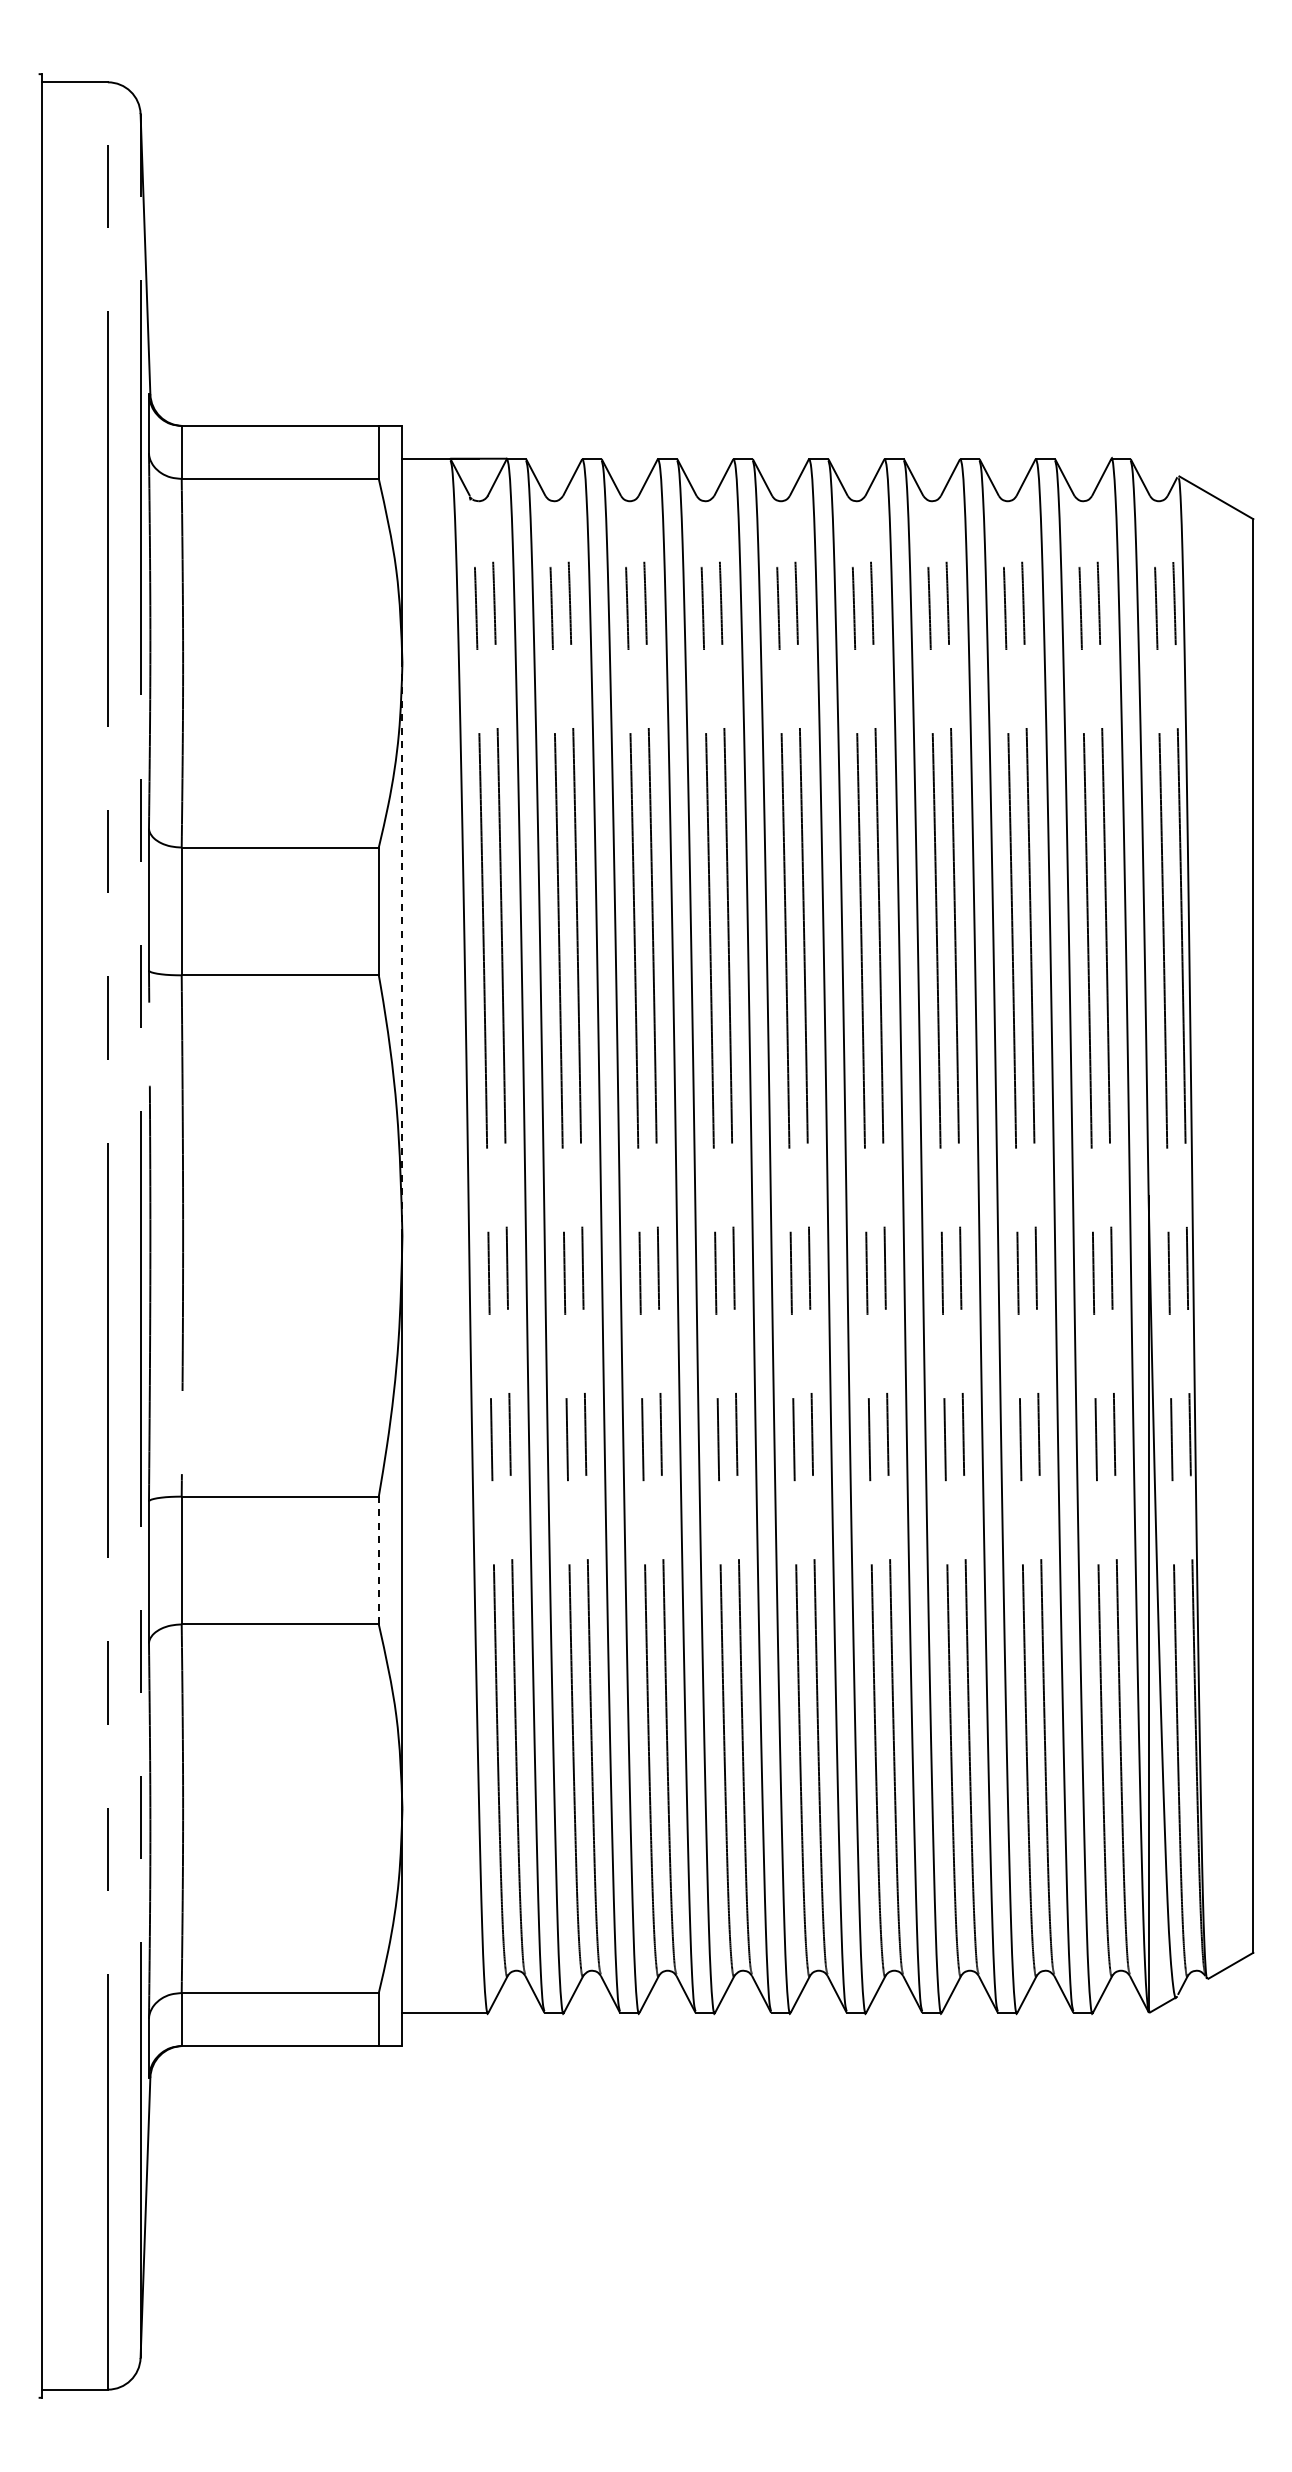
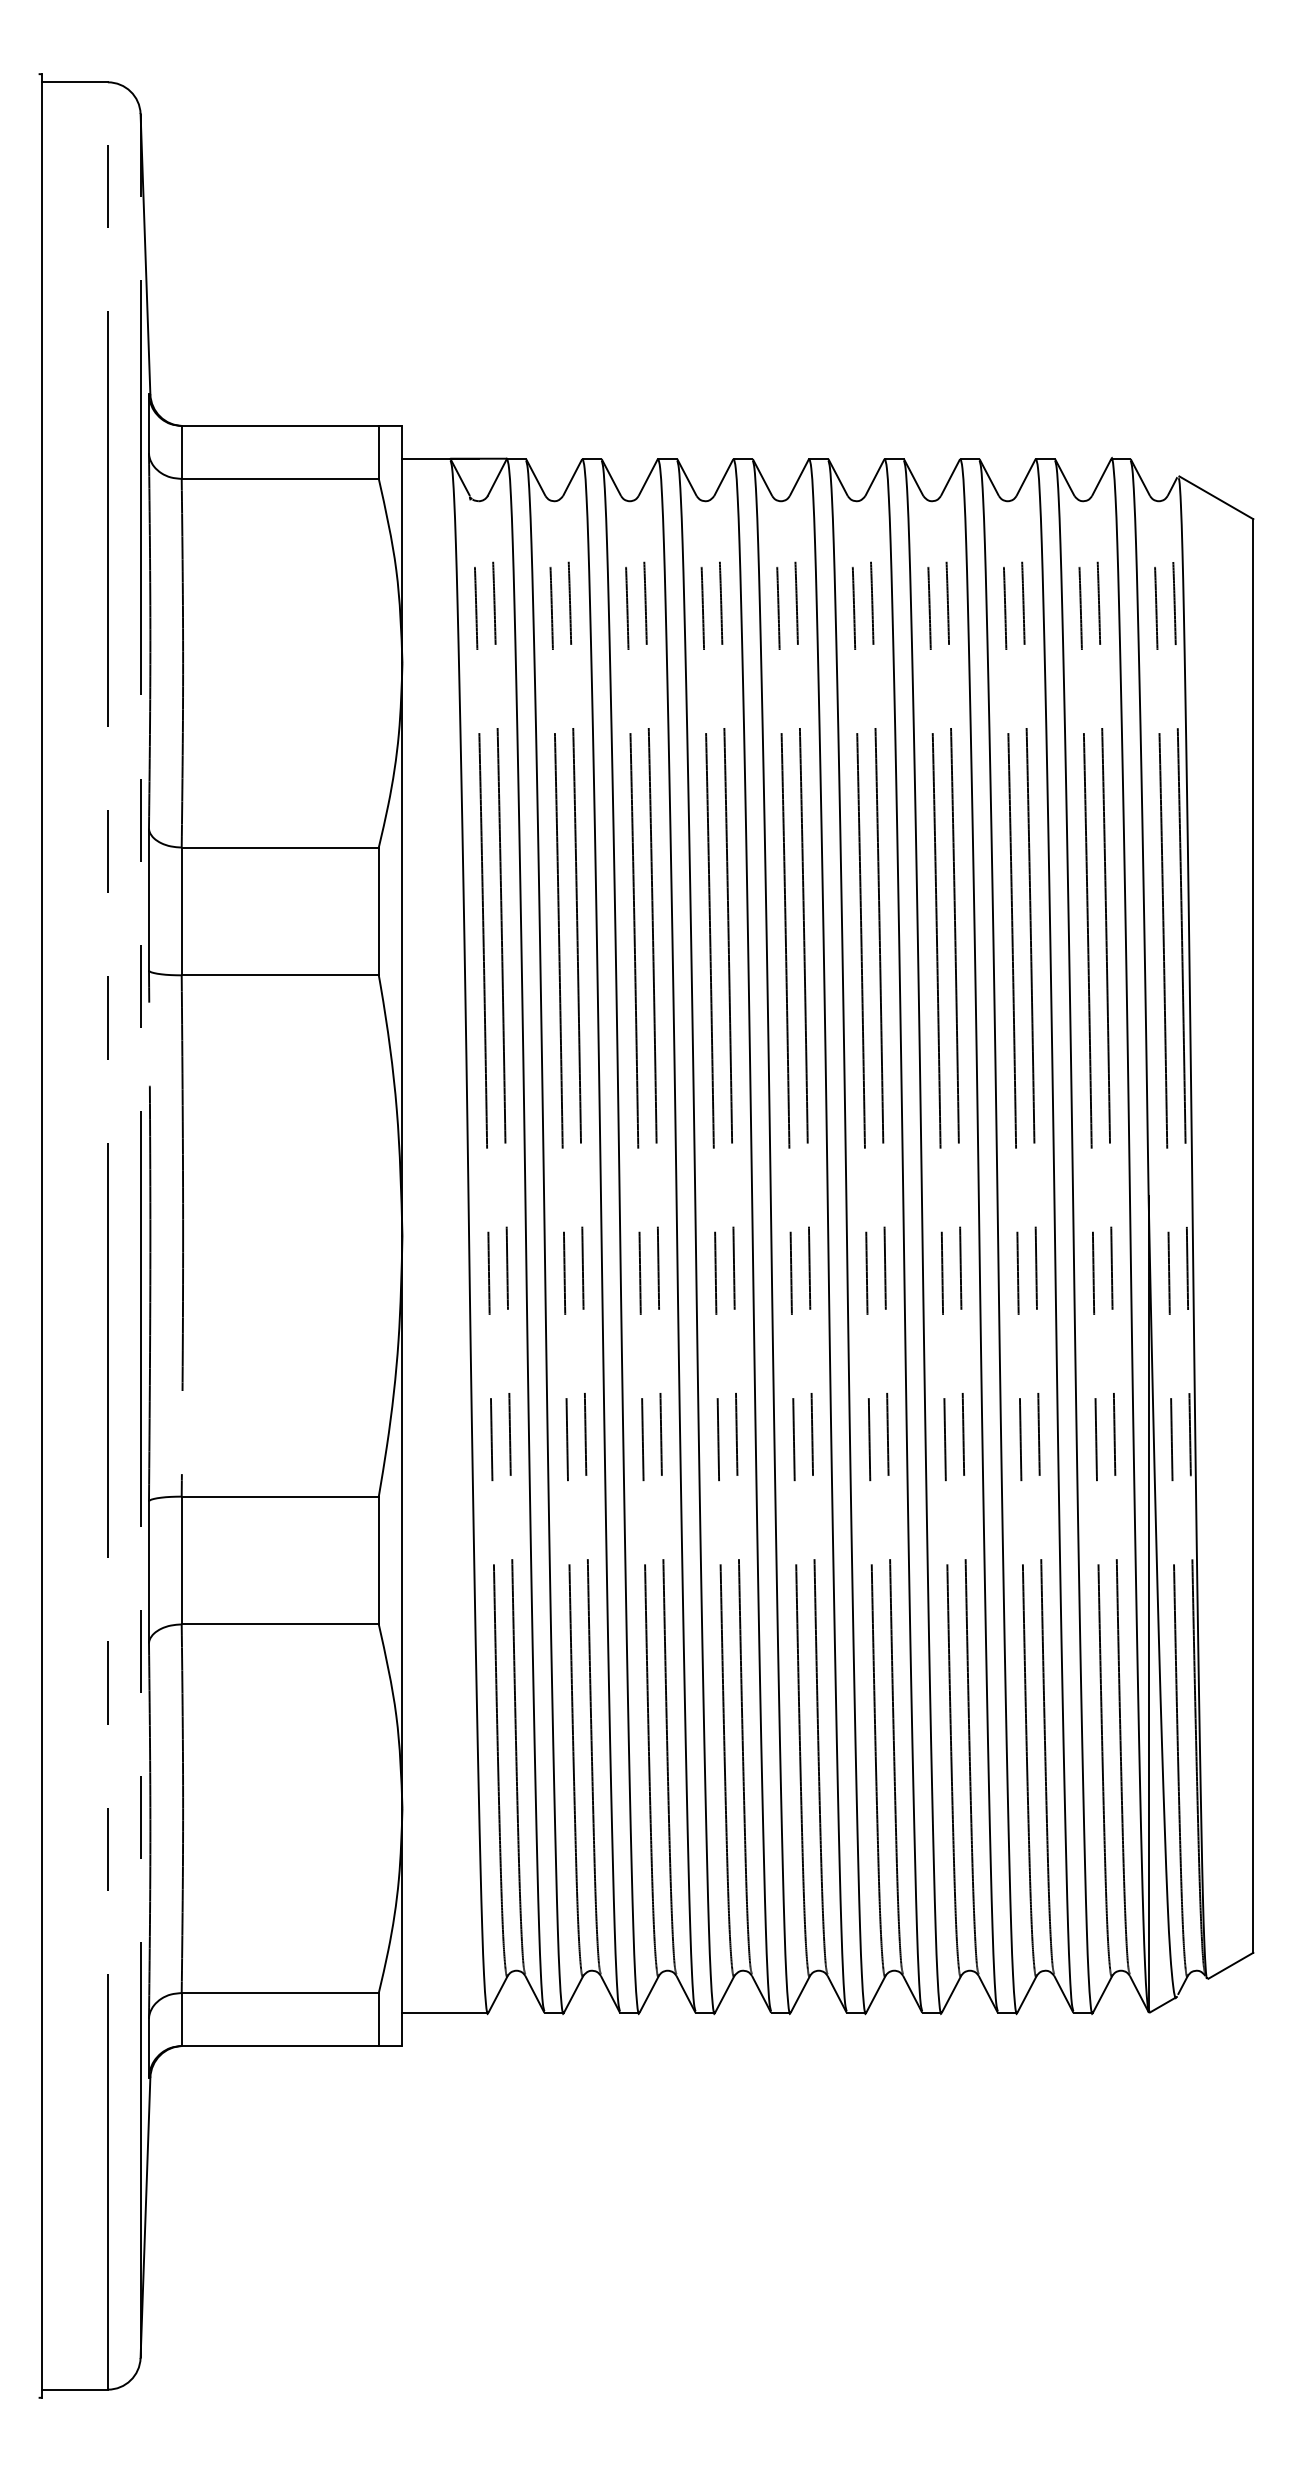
line at (402, 949): dashed -> solid
line at (378, 1560): dashed -> solid
